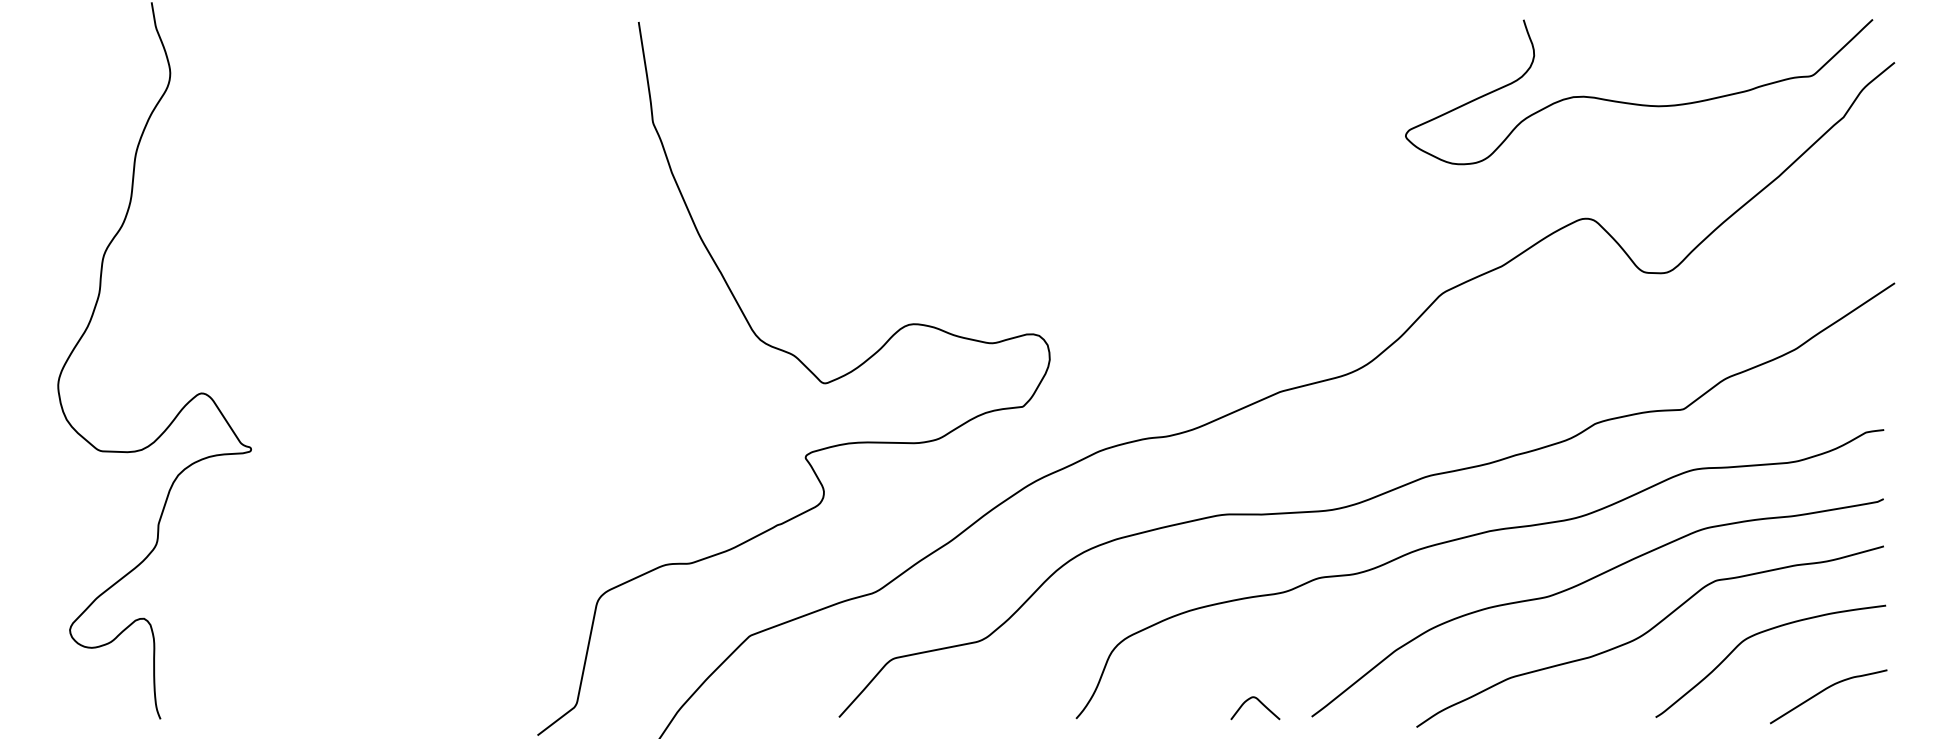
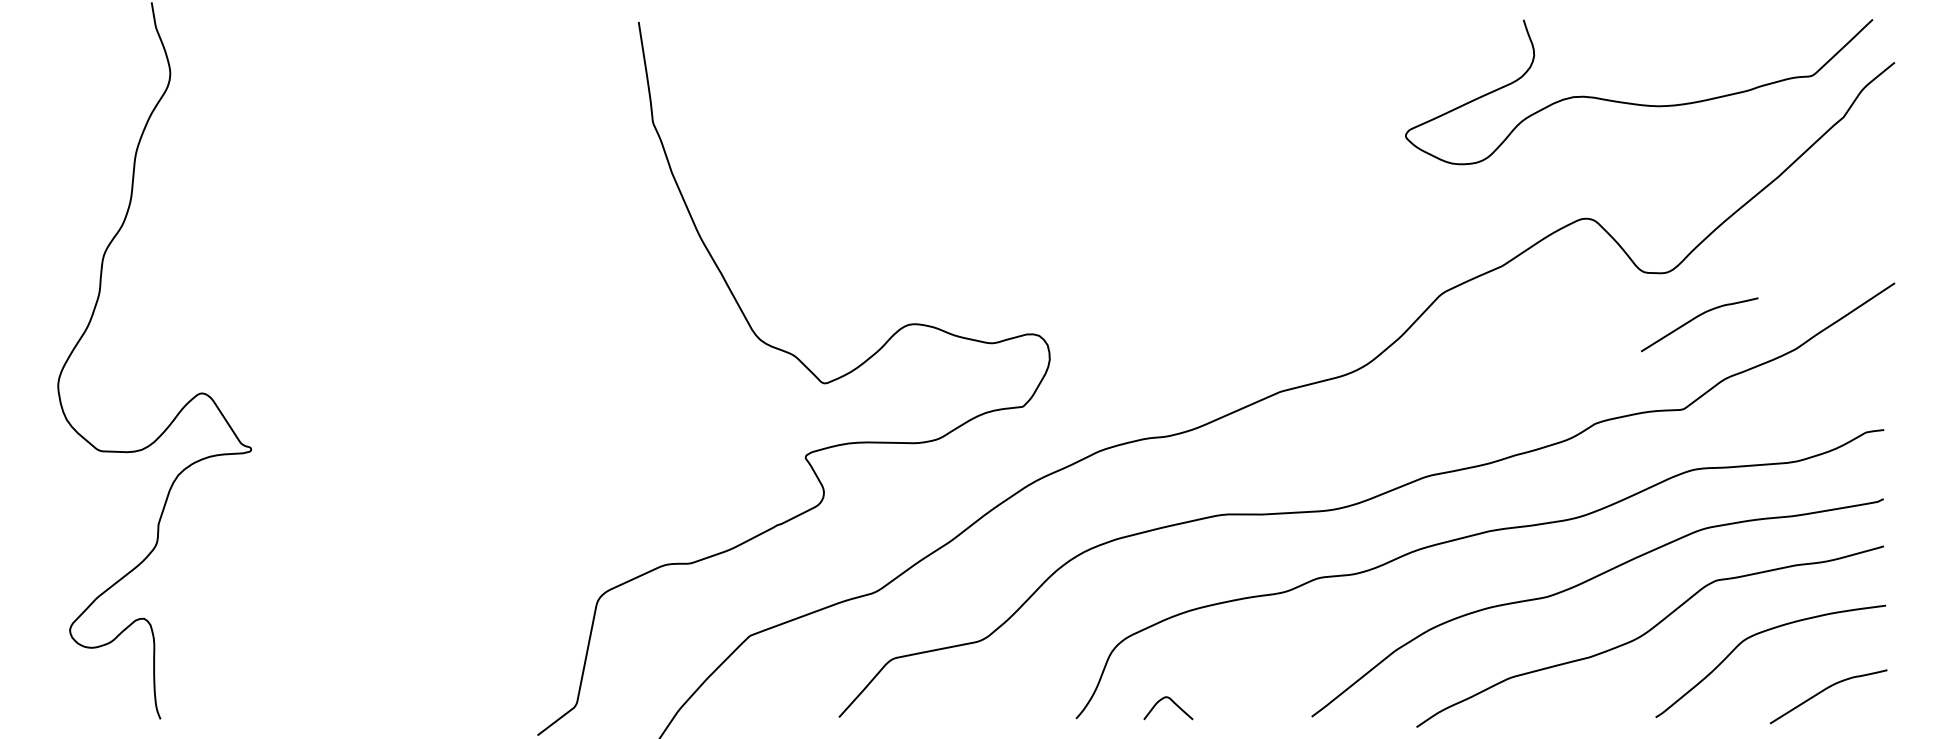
curve at (1696, 318): none -> present
curve at (1260, 703) position: (1260, 703) -> (1173, 703)
